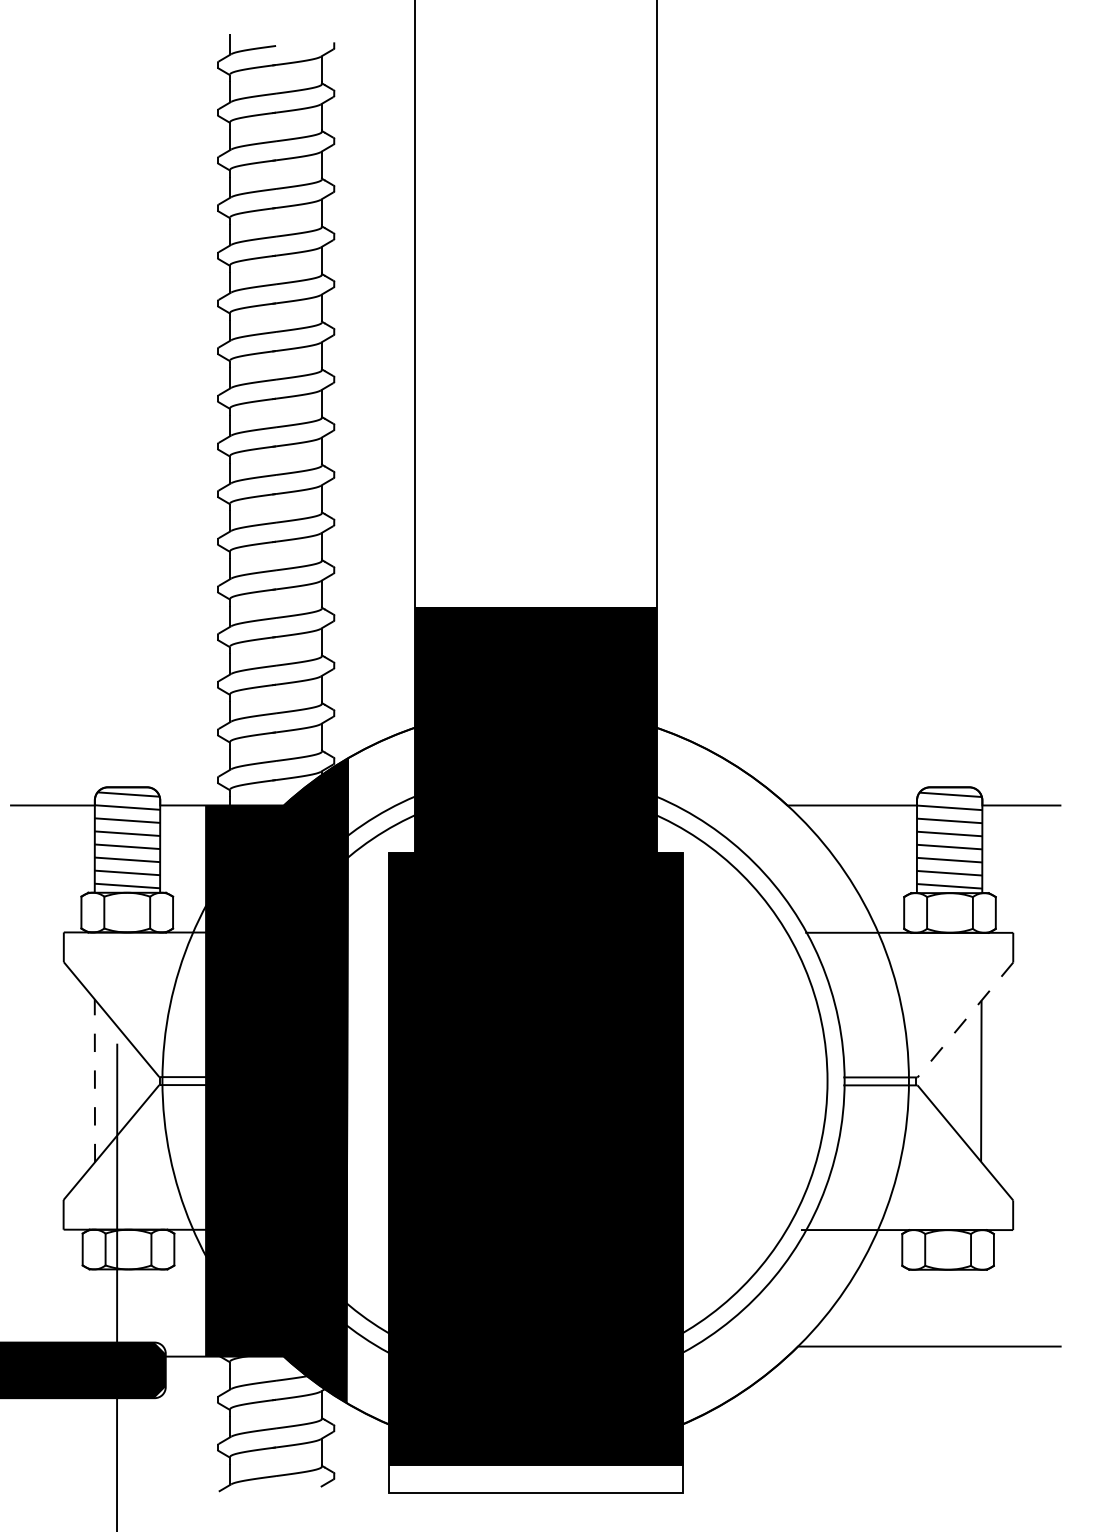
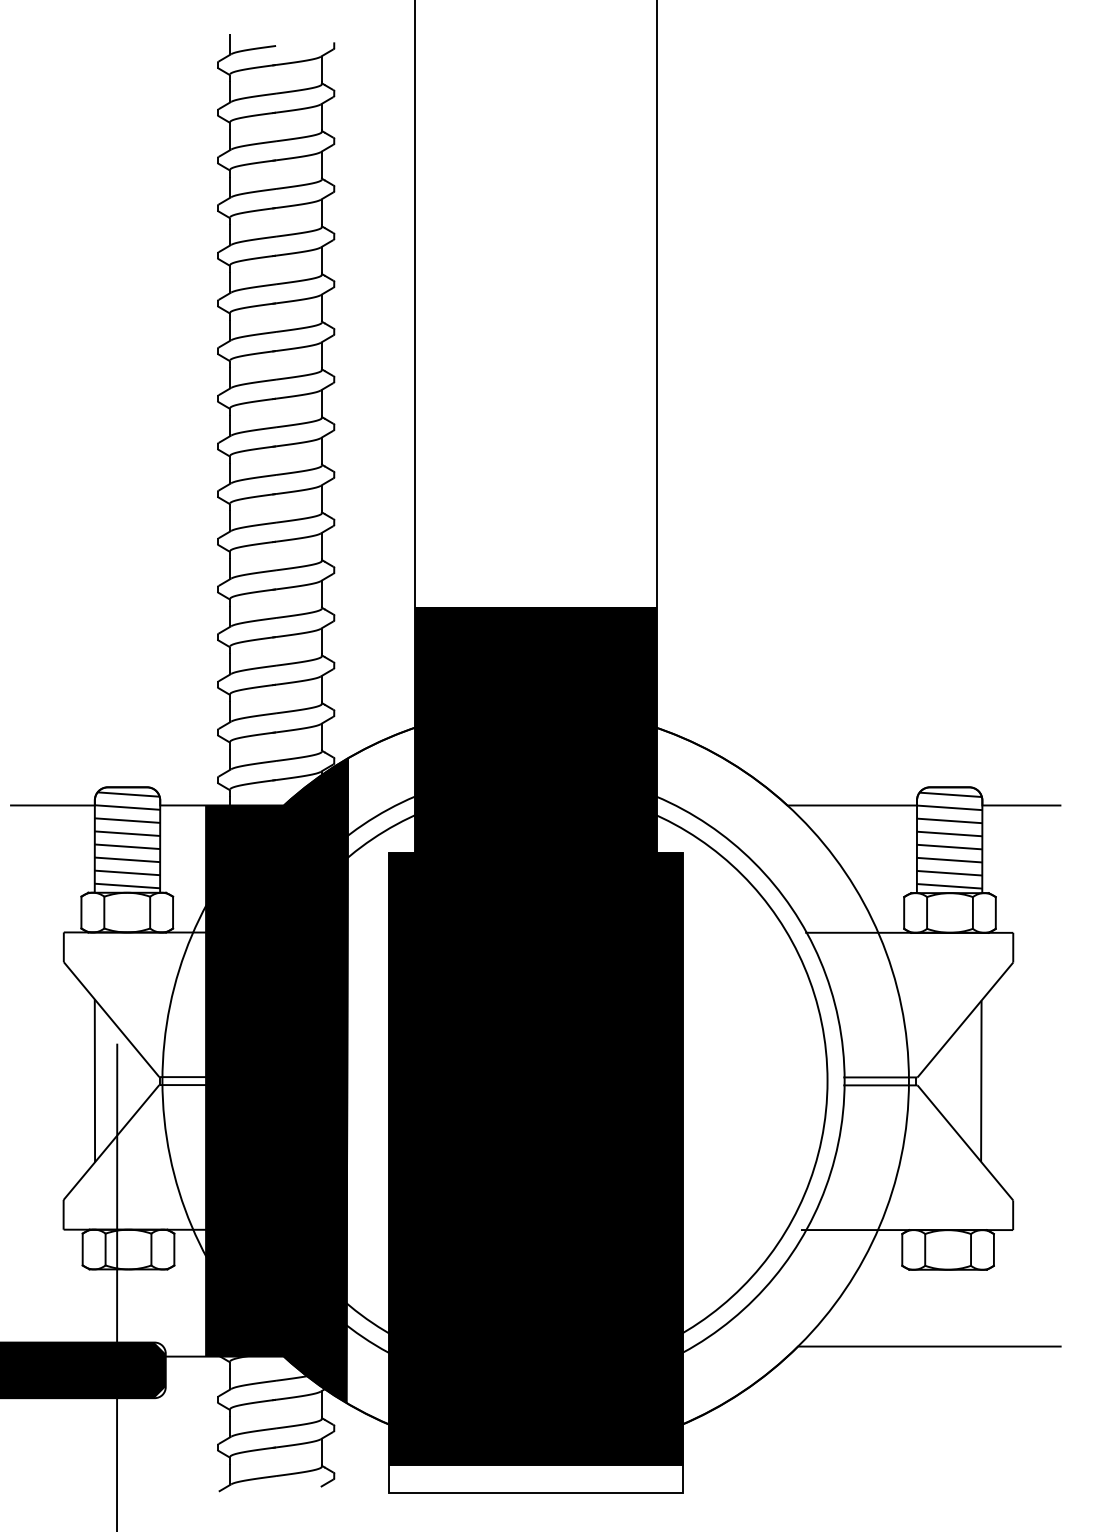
line at (965, 1020): dashed -> solid
line at (94, 1080): dashed -> solid
